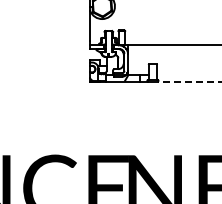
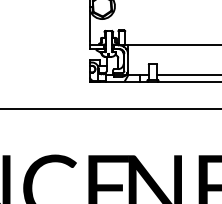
line at (187, 75): none -> present
line at (189, 81): dashed -> solid
line at (110, 108): none -> present
